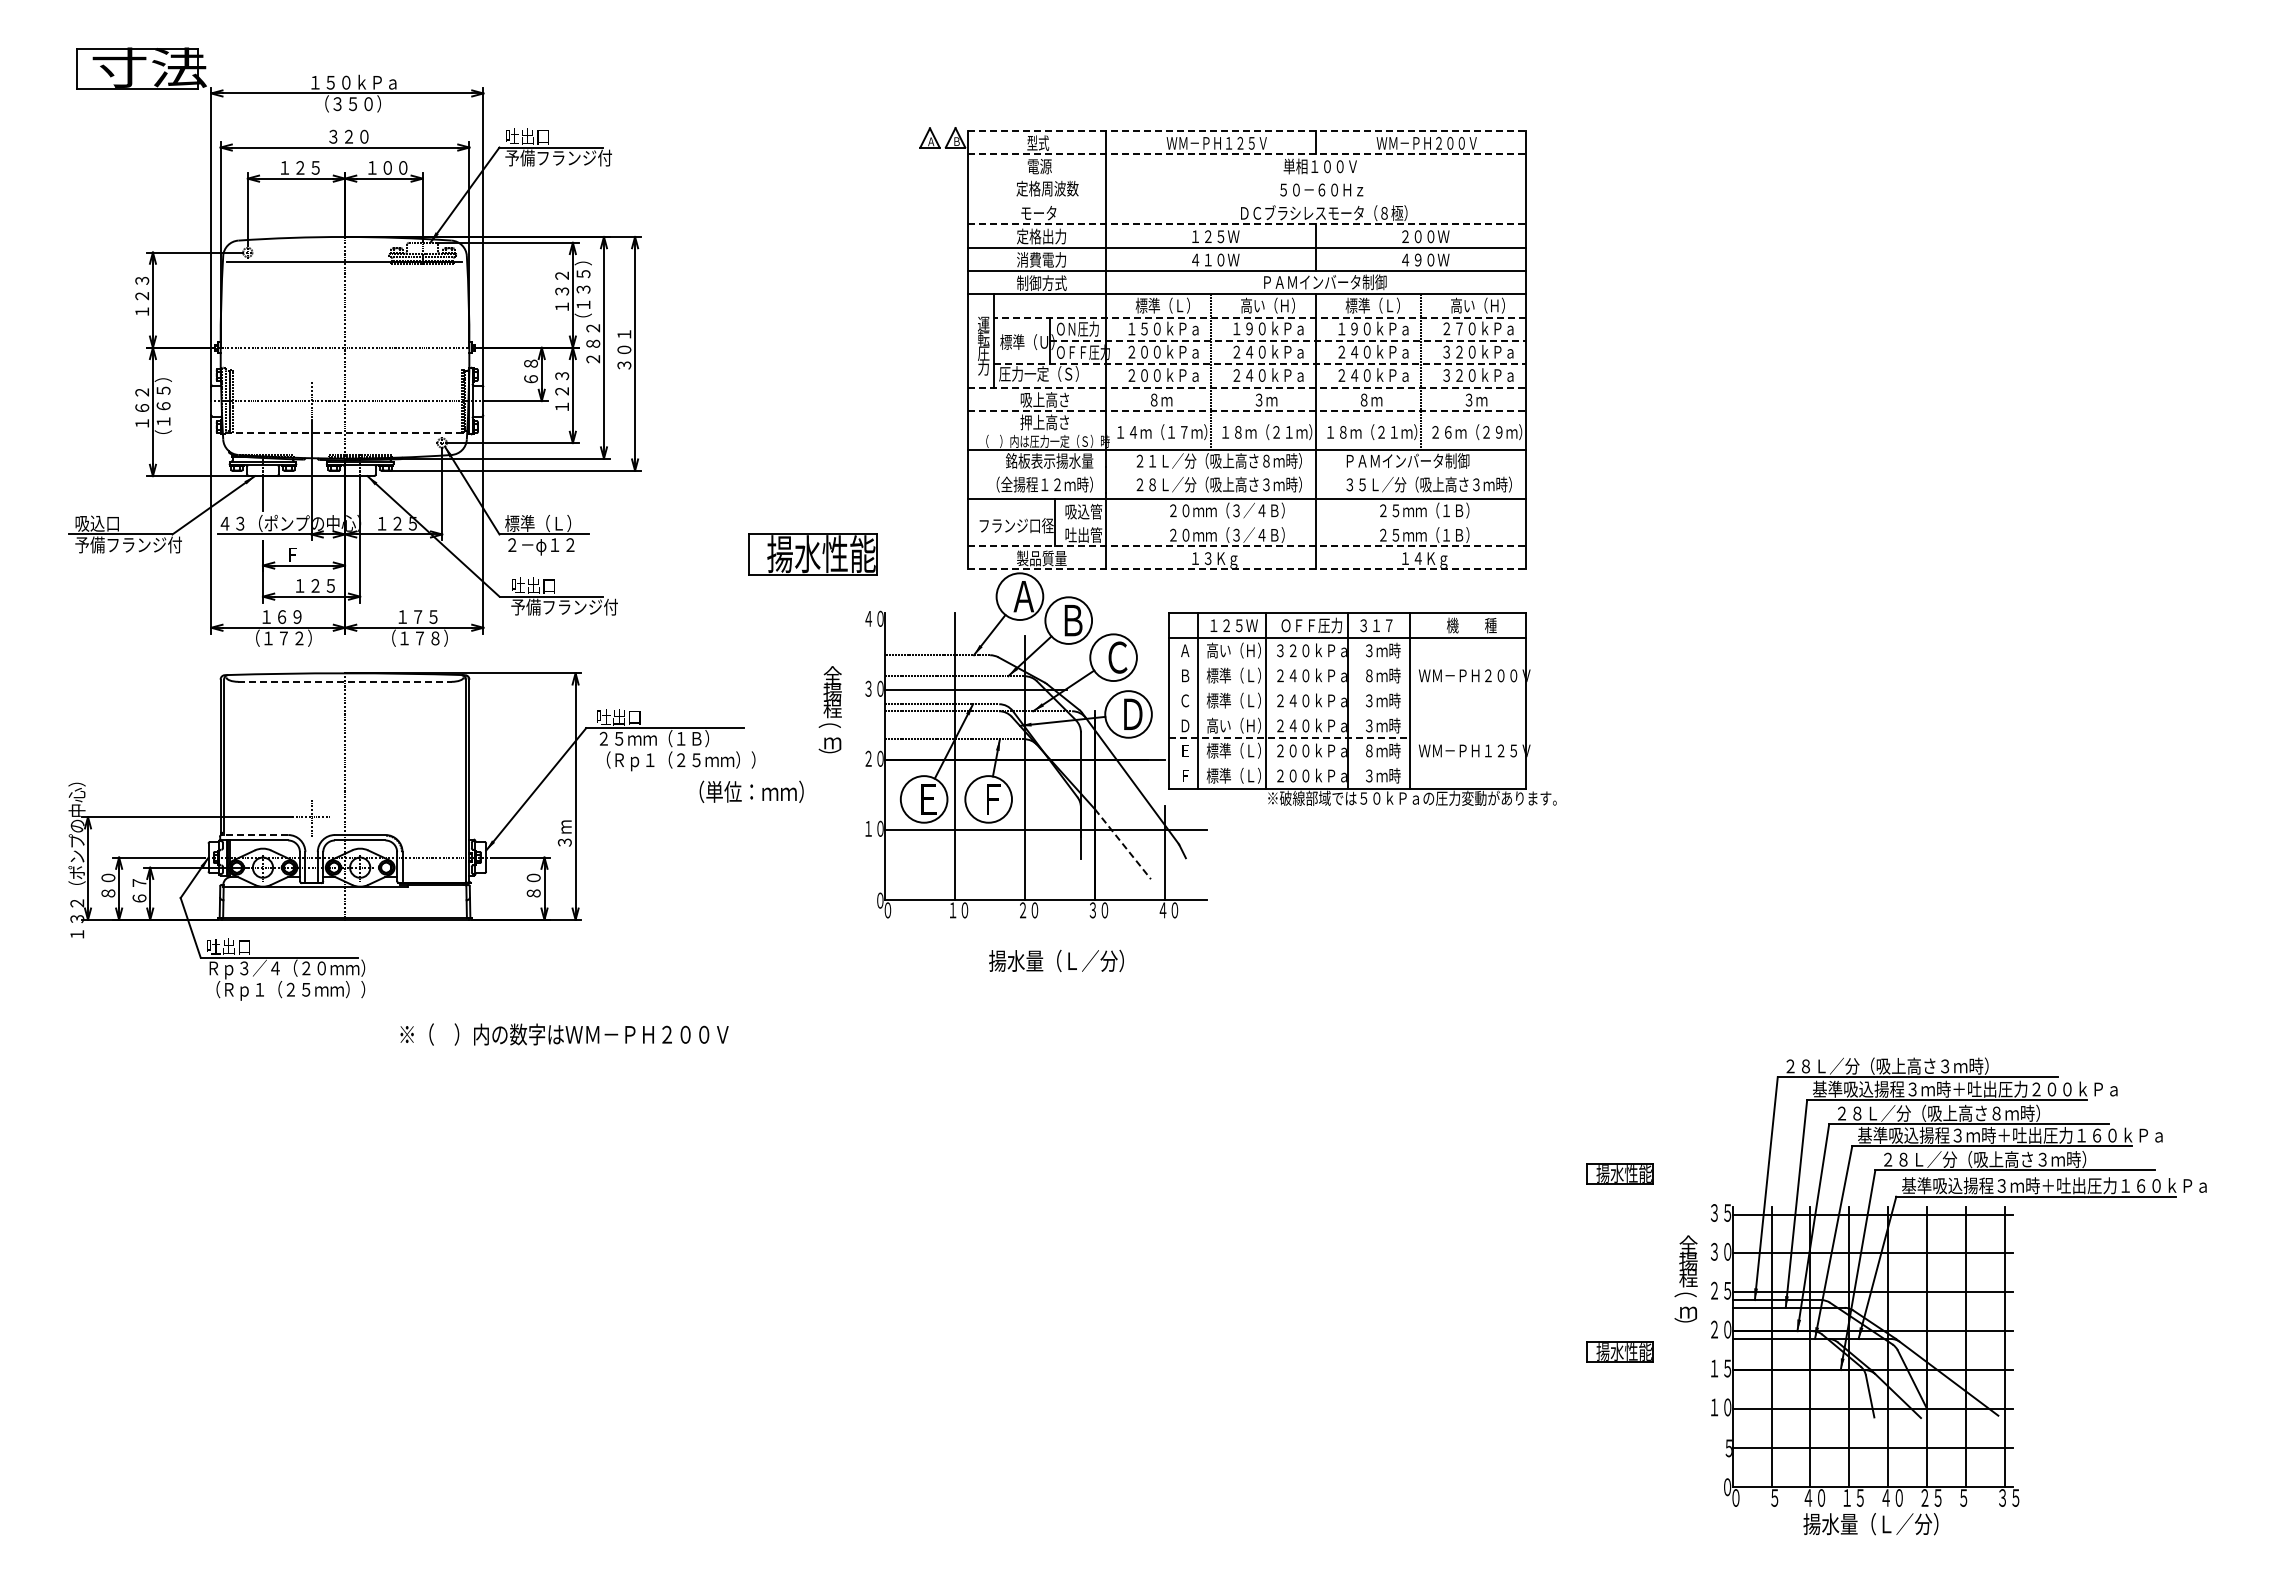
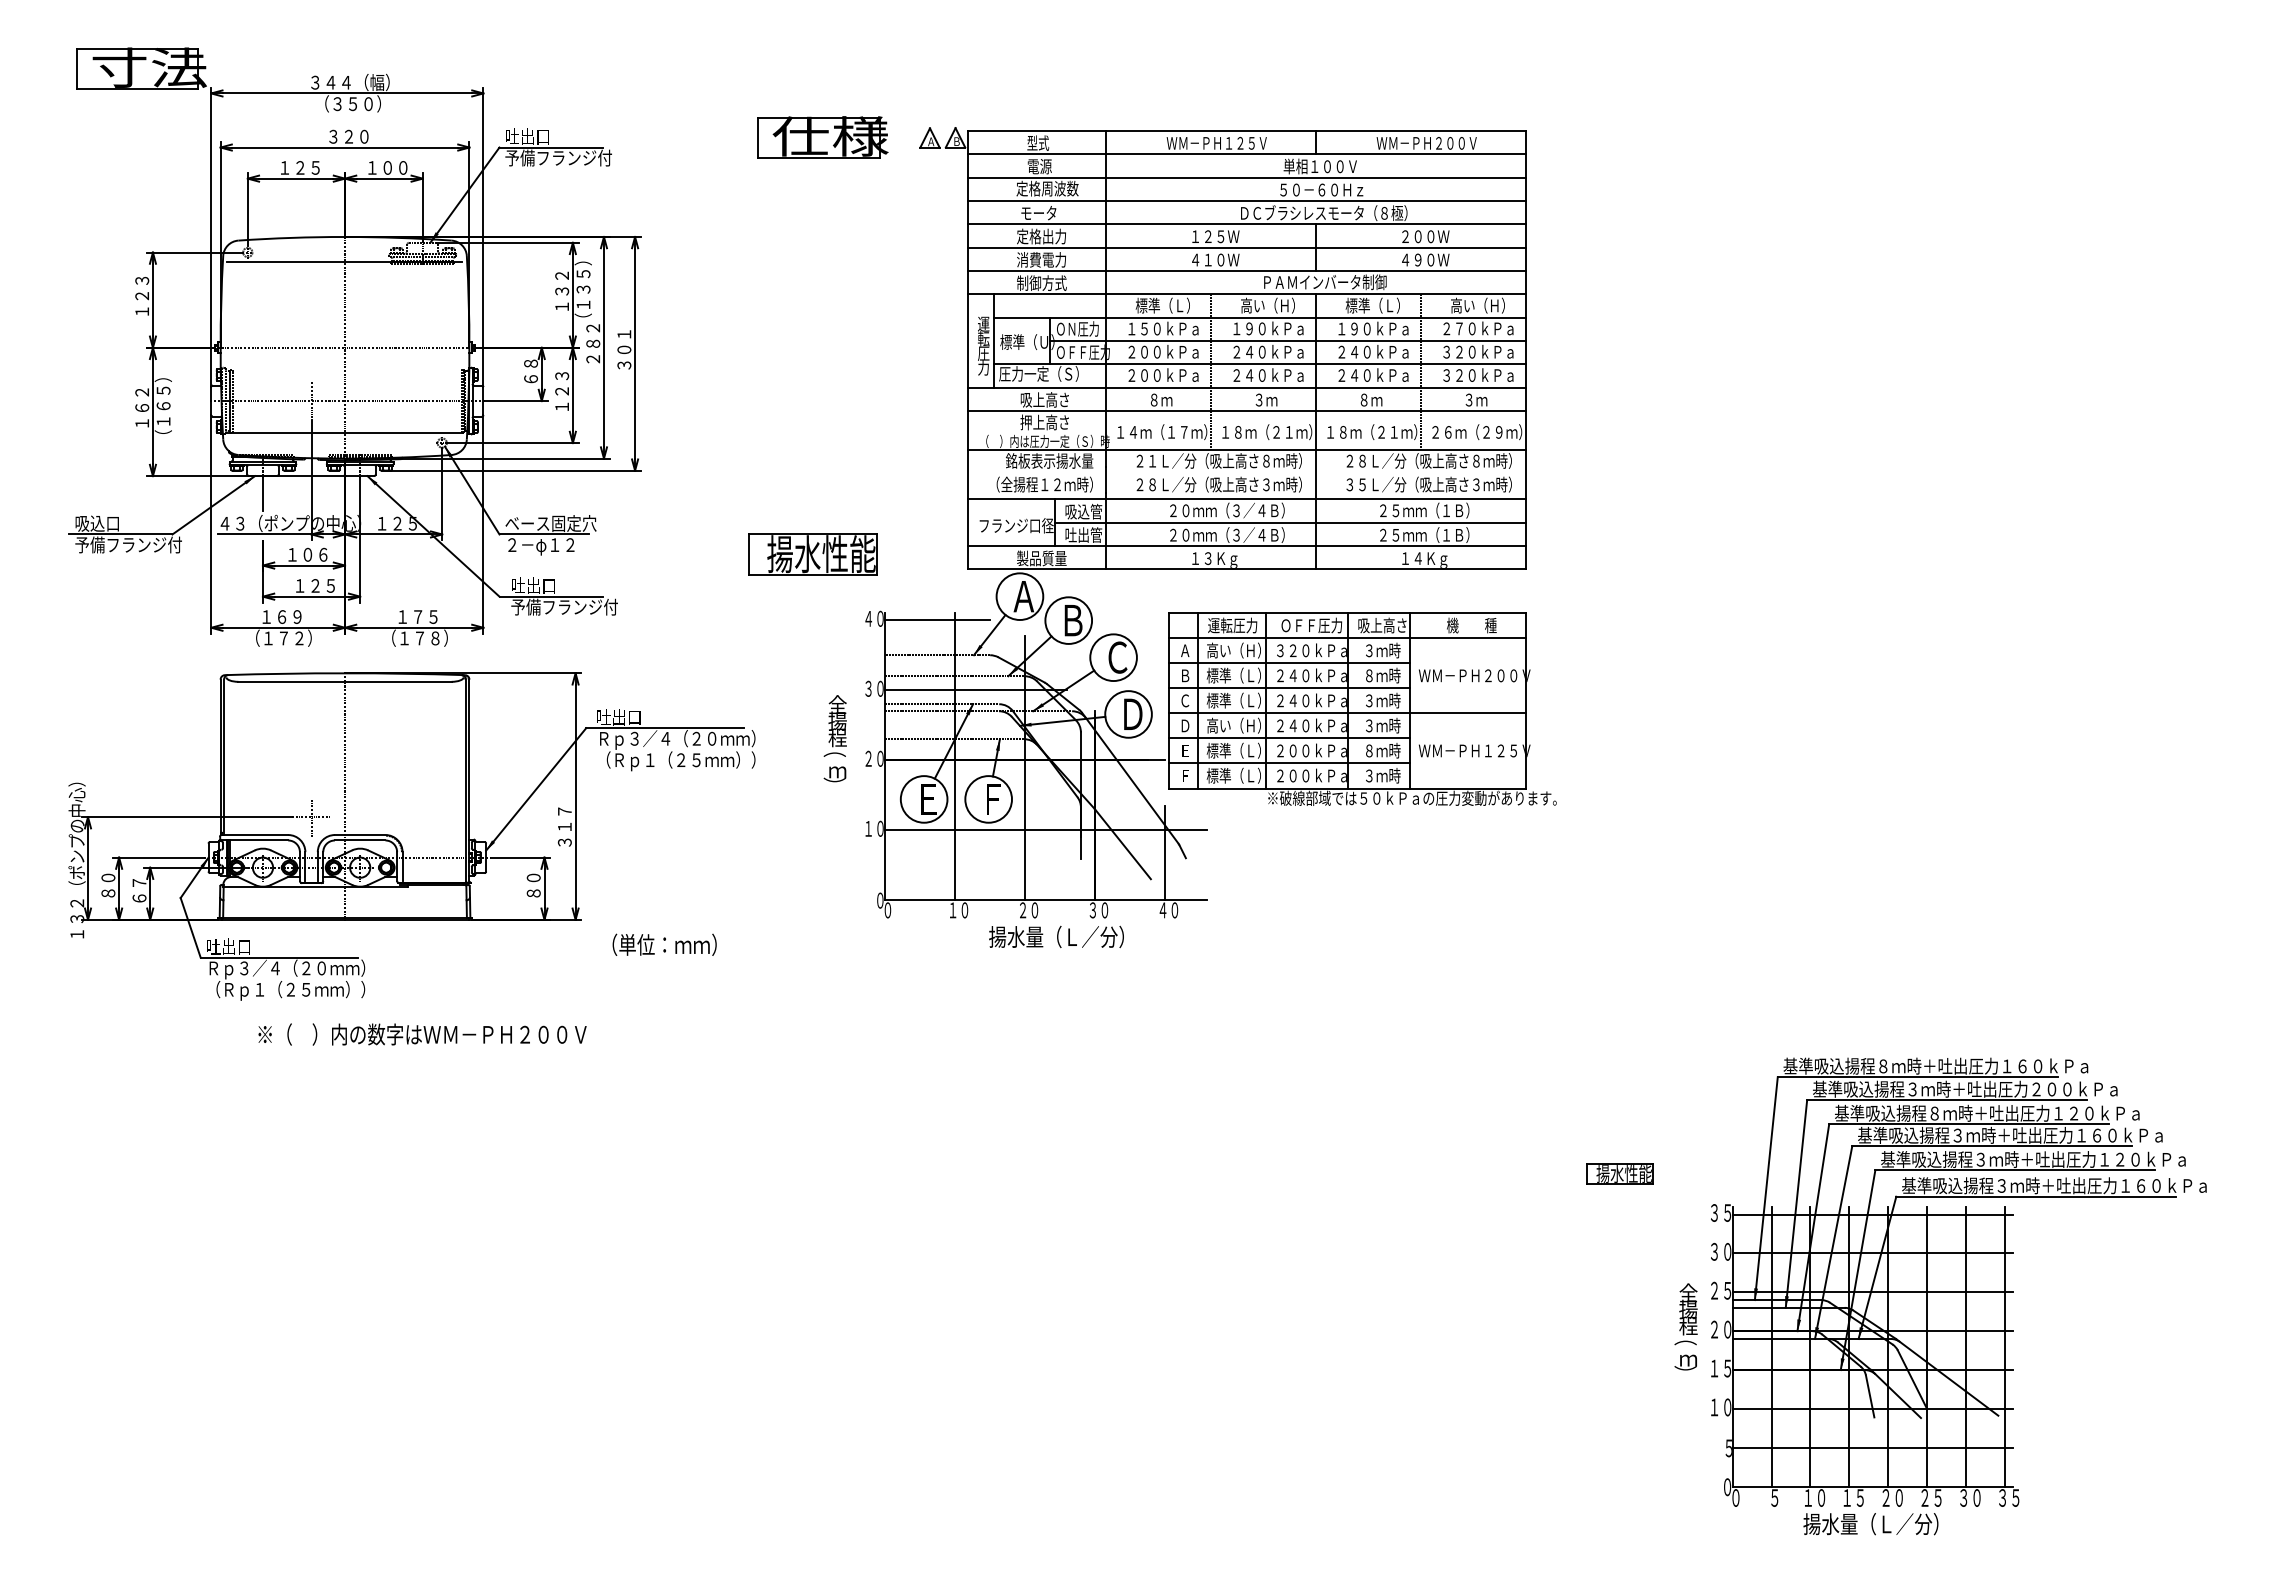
text at (353, 82): １５０ｋＰａ -> ３４４（幅）
line at (1246, 130): dashed -> solid
part at (822, 137): none -> present
line at (1246, 154): dashed -> solid
line at (1246, 177): none -> present
line at (1246, 200): none -> present
line at (1246, 224): dashed -> solid
line at (1259, 317): dashed -> solid
line at (1287, 340): dashed -> solid
line at (1259, 364): dashed -> solid
line at (1246, 387): dashed -> solid
line at (1246, 410): dashed -> solid
line at (345, 433): dashed -> solid
text at (1428, 460): ＰＡＭインバータ制御 -> ２８Ｌ／分（吸上高さ８ｍ時）
line at (1289, 522): none -> present
text at (550, 523): 標準（Ｌ） -> ベース固定穴
line at (1246, 546): dashed -> solid
text at (307, 554): Ｆ -> １０６
line at (1246, 569): dashed -> solid
line at (936, 620): none -> present
text at (1232, 625): １２５Ｗ -> 運転圧力
text at (1382, 625): ３１７ -> 吸上高さ
line at (1289, 663): none -> present
line at (345, 681): dashed -> solid
line at (1289, 688): none -> present
text at (829, 709) position: (829, 709) -> (834, 738)
line at (1347, 713): none -> present
line at (1290, 738): dashed -> solid
text at (677, 739): ２５ｍｍ（１Ｂ） -> Ｒｐ３／４（２０ｍｍ）
line at (1289, 763): none -> present
text at (751, 791) position: (751, 791) -> (664, 944)
text at (564, 820): ３ｍ -> ３１７
line at (254, 835): dashed -> solid
line at (1122, 844): dashed -> solid
text at (1056, 960) position: (1056, 960) -> (1056, 936)
text at (564, 1034) position: (564, 1034) -> (422, 1034)
text at (1935, 1065): ２８Ｌ／分（吸上高さ３ｍ時） -> 基準吸込揚程８ｍ時＋吐出圧力１６０ｋＰａ
text at (1987, 1112): ２８Ｌ／分（吸上高さ８ｍ時） -> 基準吸込揚程８ｍ時＋吐出圧力１２０ｋＰａ
text at (2033, 1159): ２８Ｌ／分（吸上高さ３ｍ時） -> 基準吸込揚程３ｍ時＋吐出圧力１２０ｋＰａ
text at (1685, 1278) position: (1685, 1278) -> (1685, 1326)
part at (1619, 1351): present -> none
text at (1808, 1497): ４０ -> １０
text at (1885, 1497): ４０ -> ２０
text at (1970, 1497): ５ -> ３０
